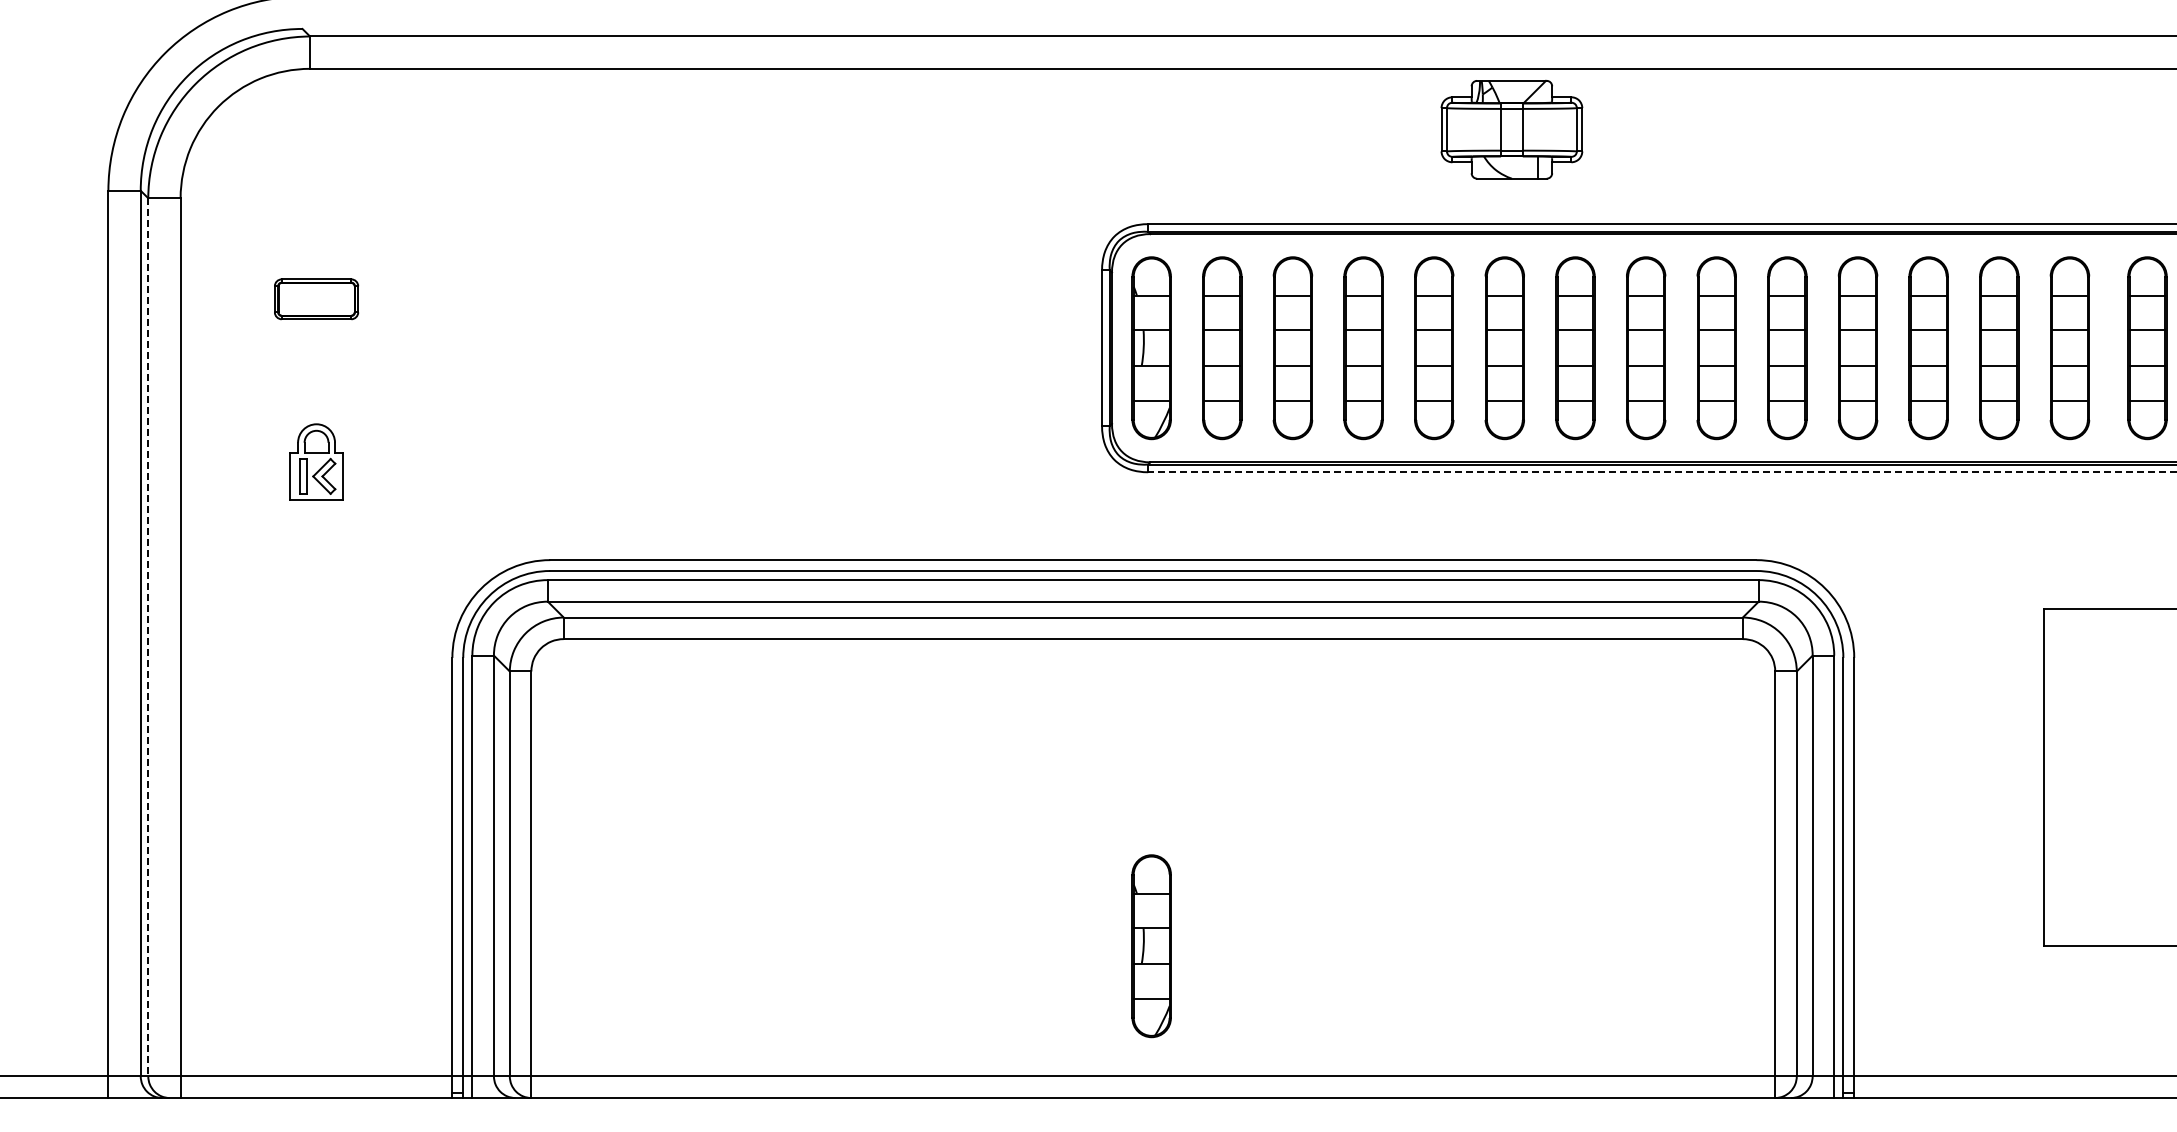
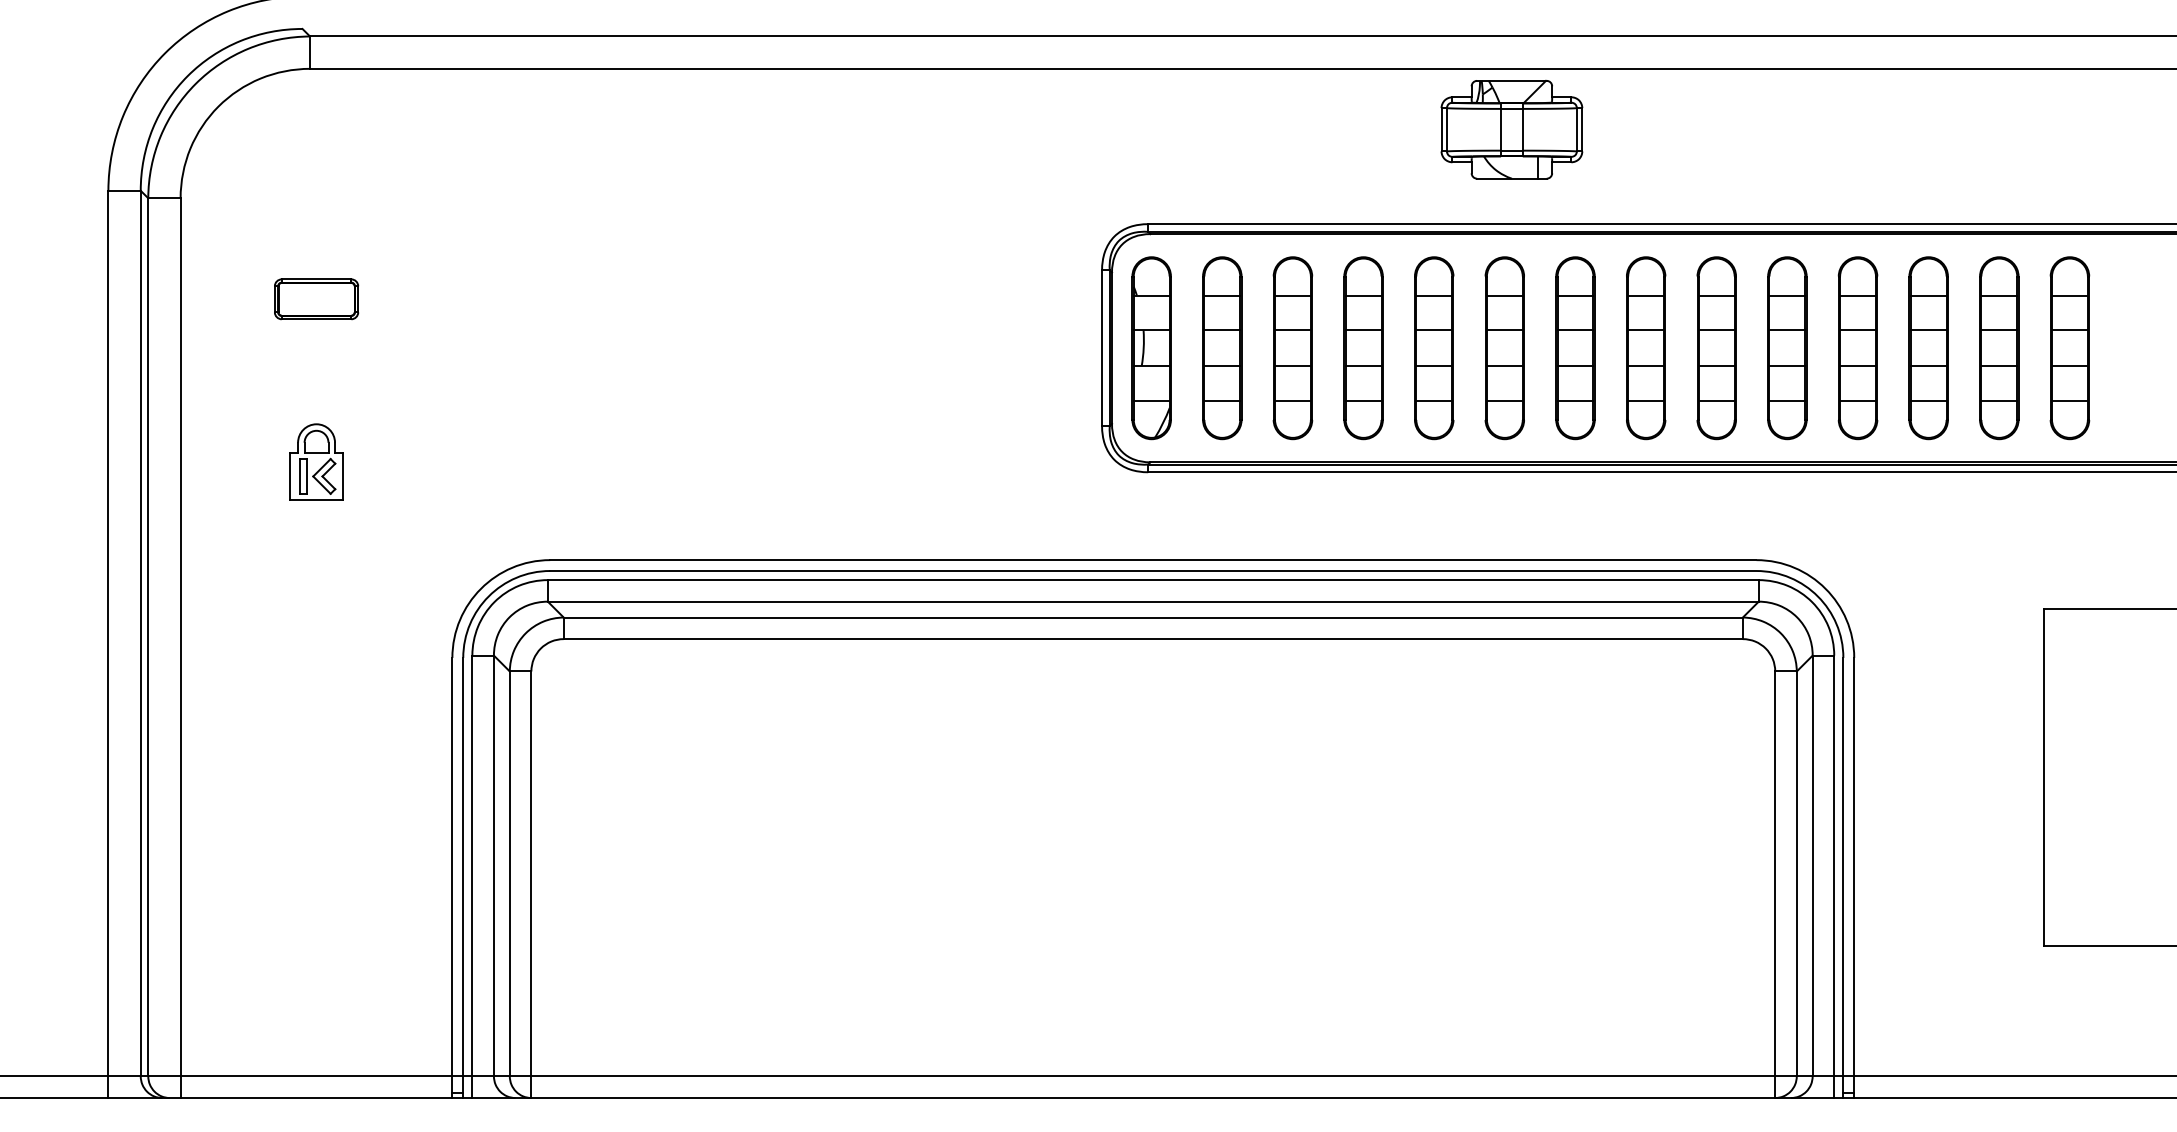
part at (2147, 348): present -> none
line at (1662, 472): dashed -> solid
line at (148, 637): dashed -> solid
part at (1151, 946): present -> none
